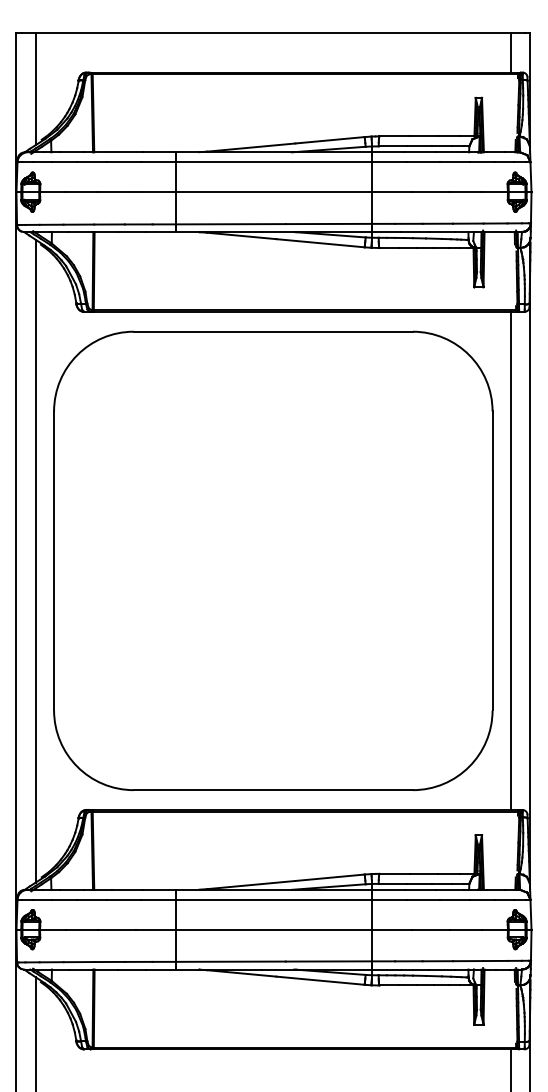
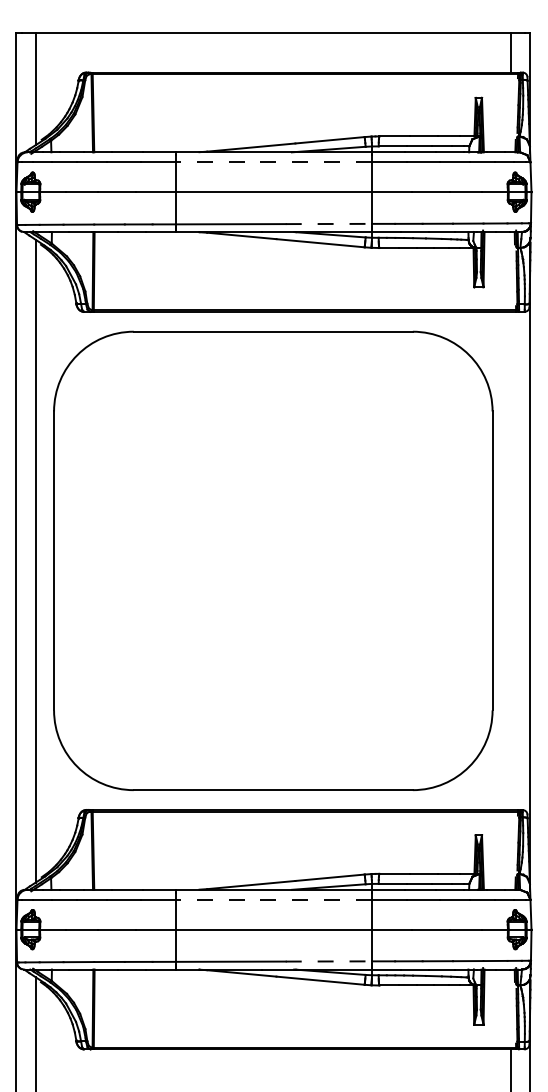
line at (273, 162): solid -> dashed
line at (329, 223): solid -> dashed
line at (511, 560): present -> none
line at (273, 899): solid -> dashed
line at (329, 961): solid -> dashed
